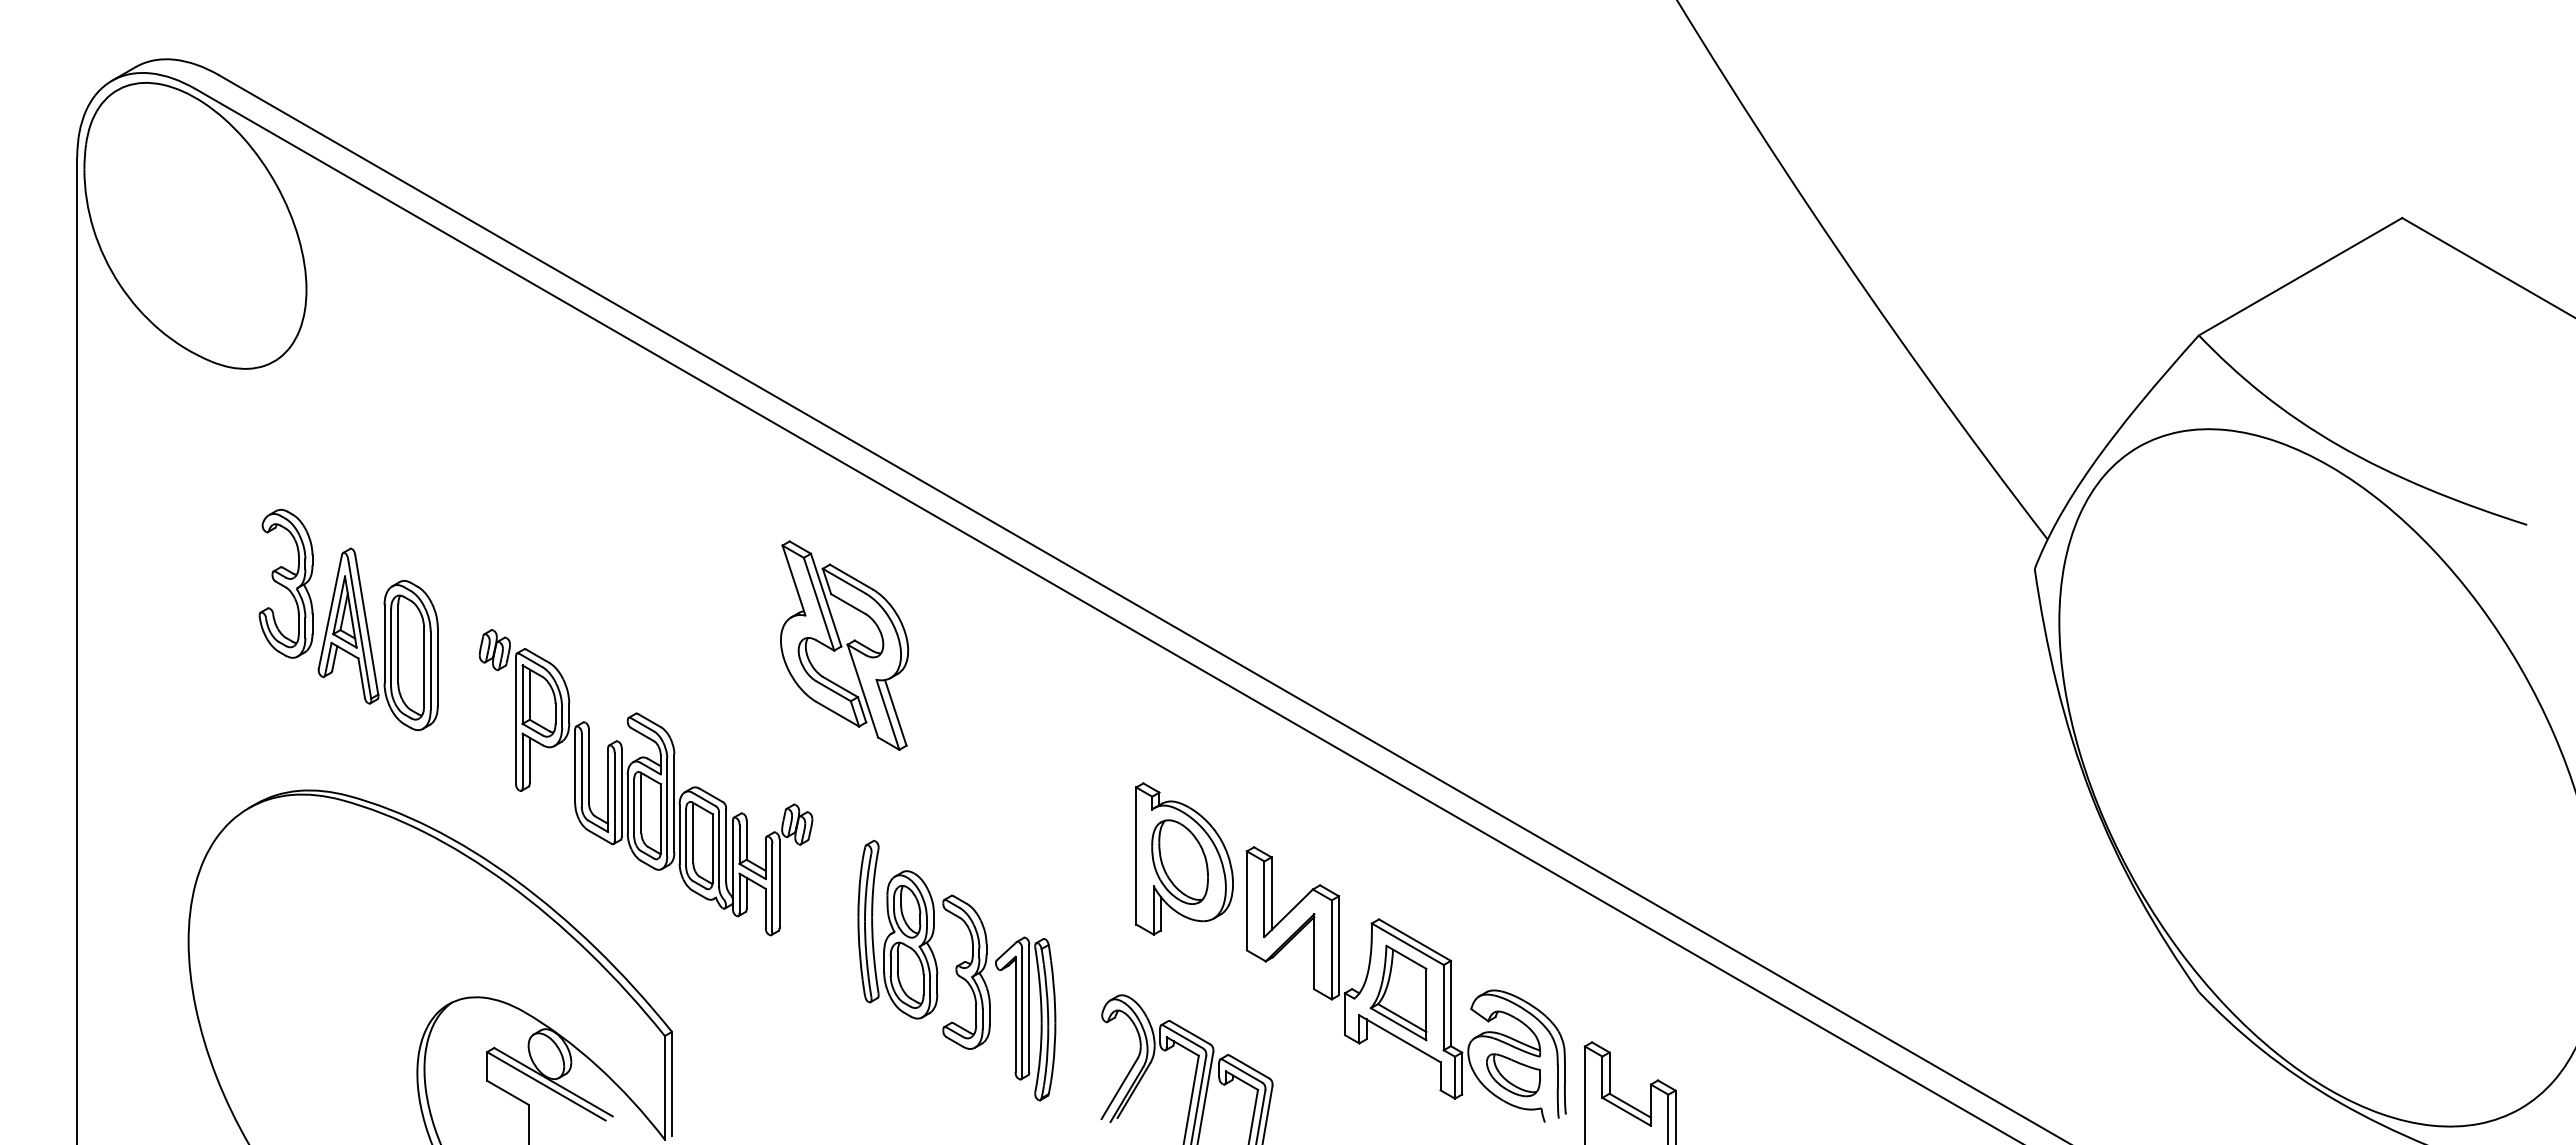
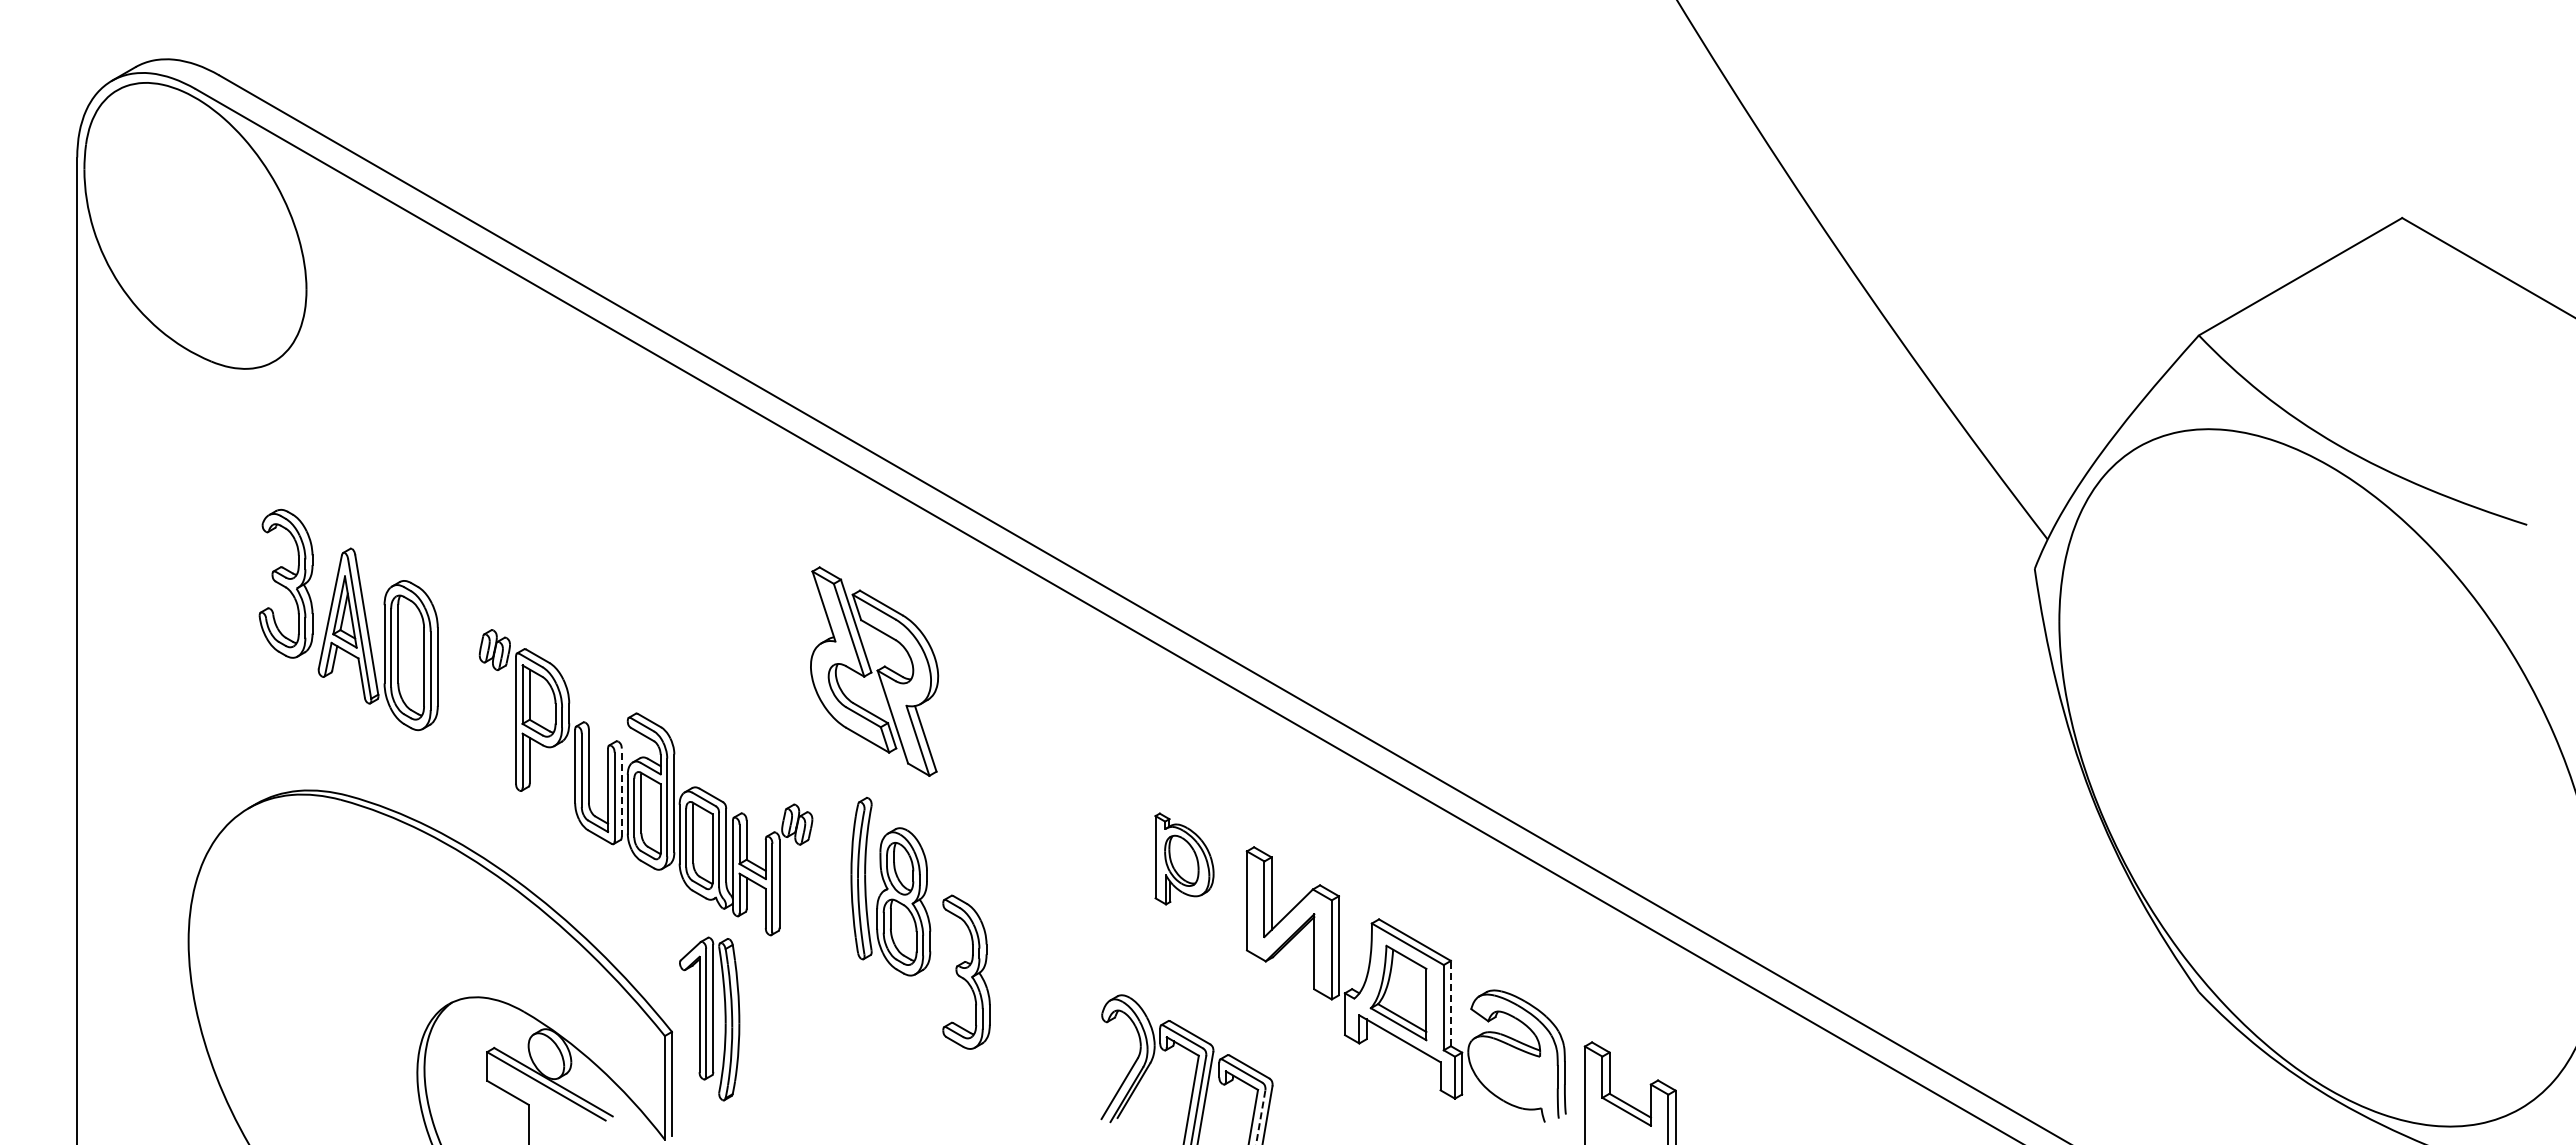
part at (844, 645) position: (844, 645) -> (874, 671)
line at (621, 792): solid -> dashed
part at (1184, 858) size: 99x154 px -> 61x94 px
part at (897, 929) position: (897, 929) -> (890, 886)
line at (1450, 1003): solid -> dashed
part at (1025, 1018) position: (1025, 1018) -> (709, 1018)
part at (1513, 1075): present -> none
line at (1260, 1116): solid -> dashed
